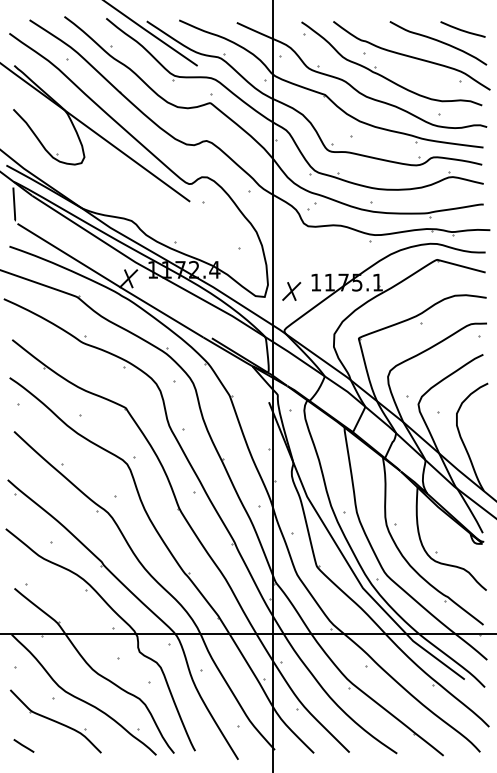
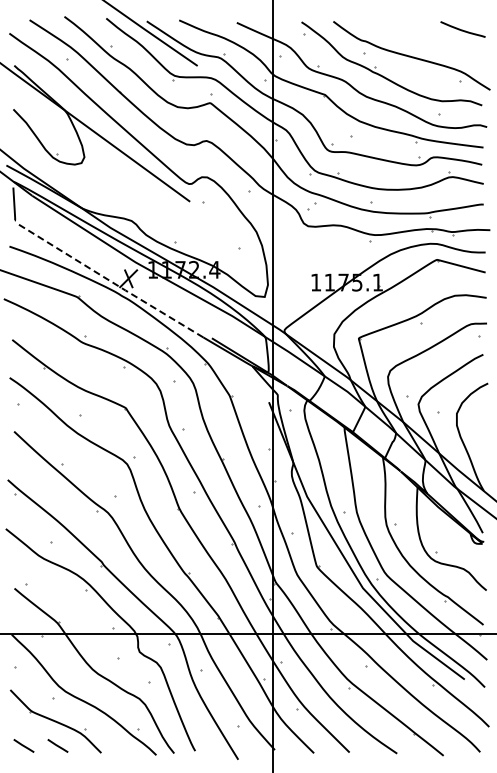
curve at (439, 42): present -> none
line at (110, 281): solid -> dashed
part at (291, 291): present -> none
line at (57, 745): none -> present
